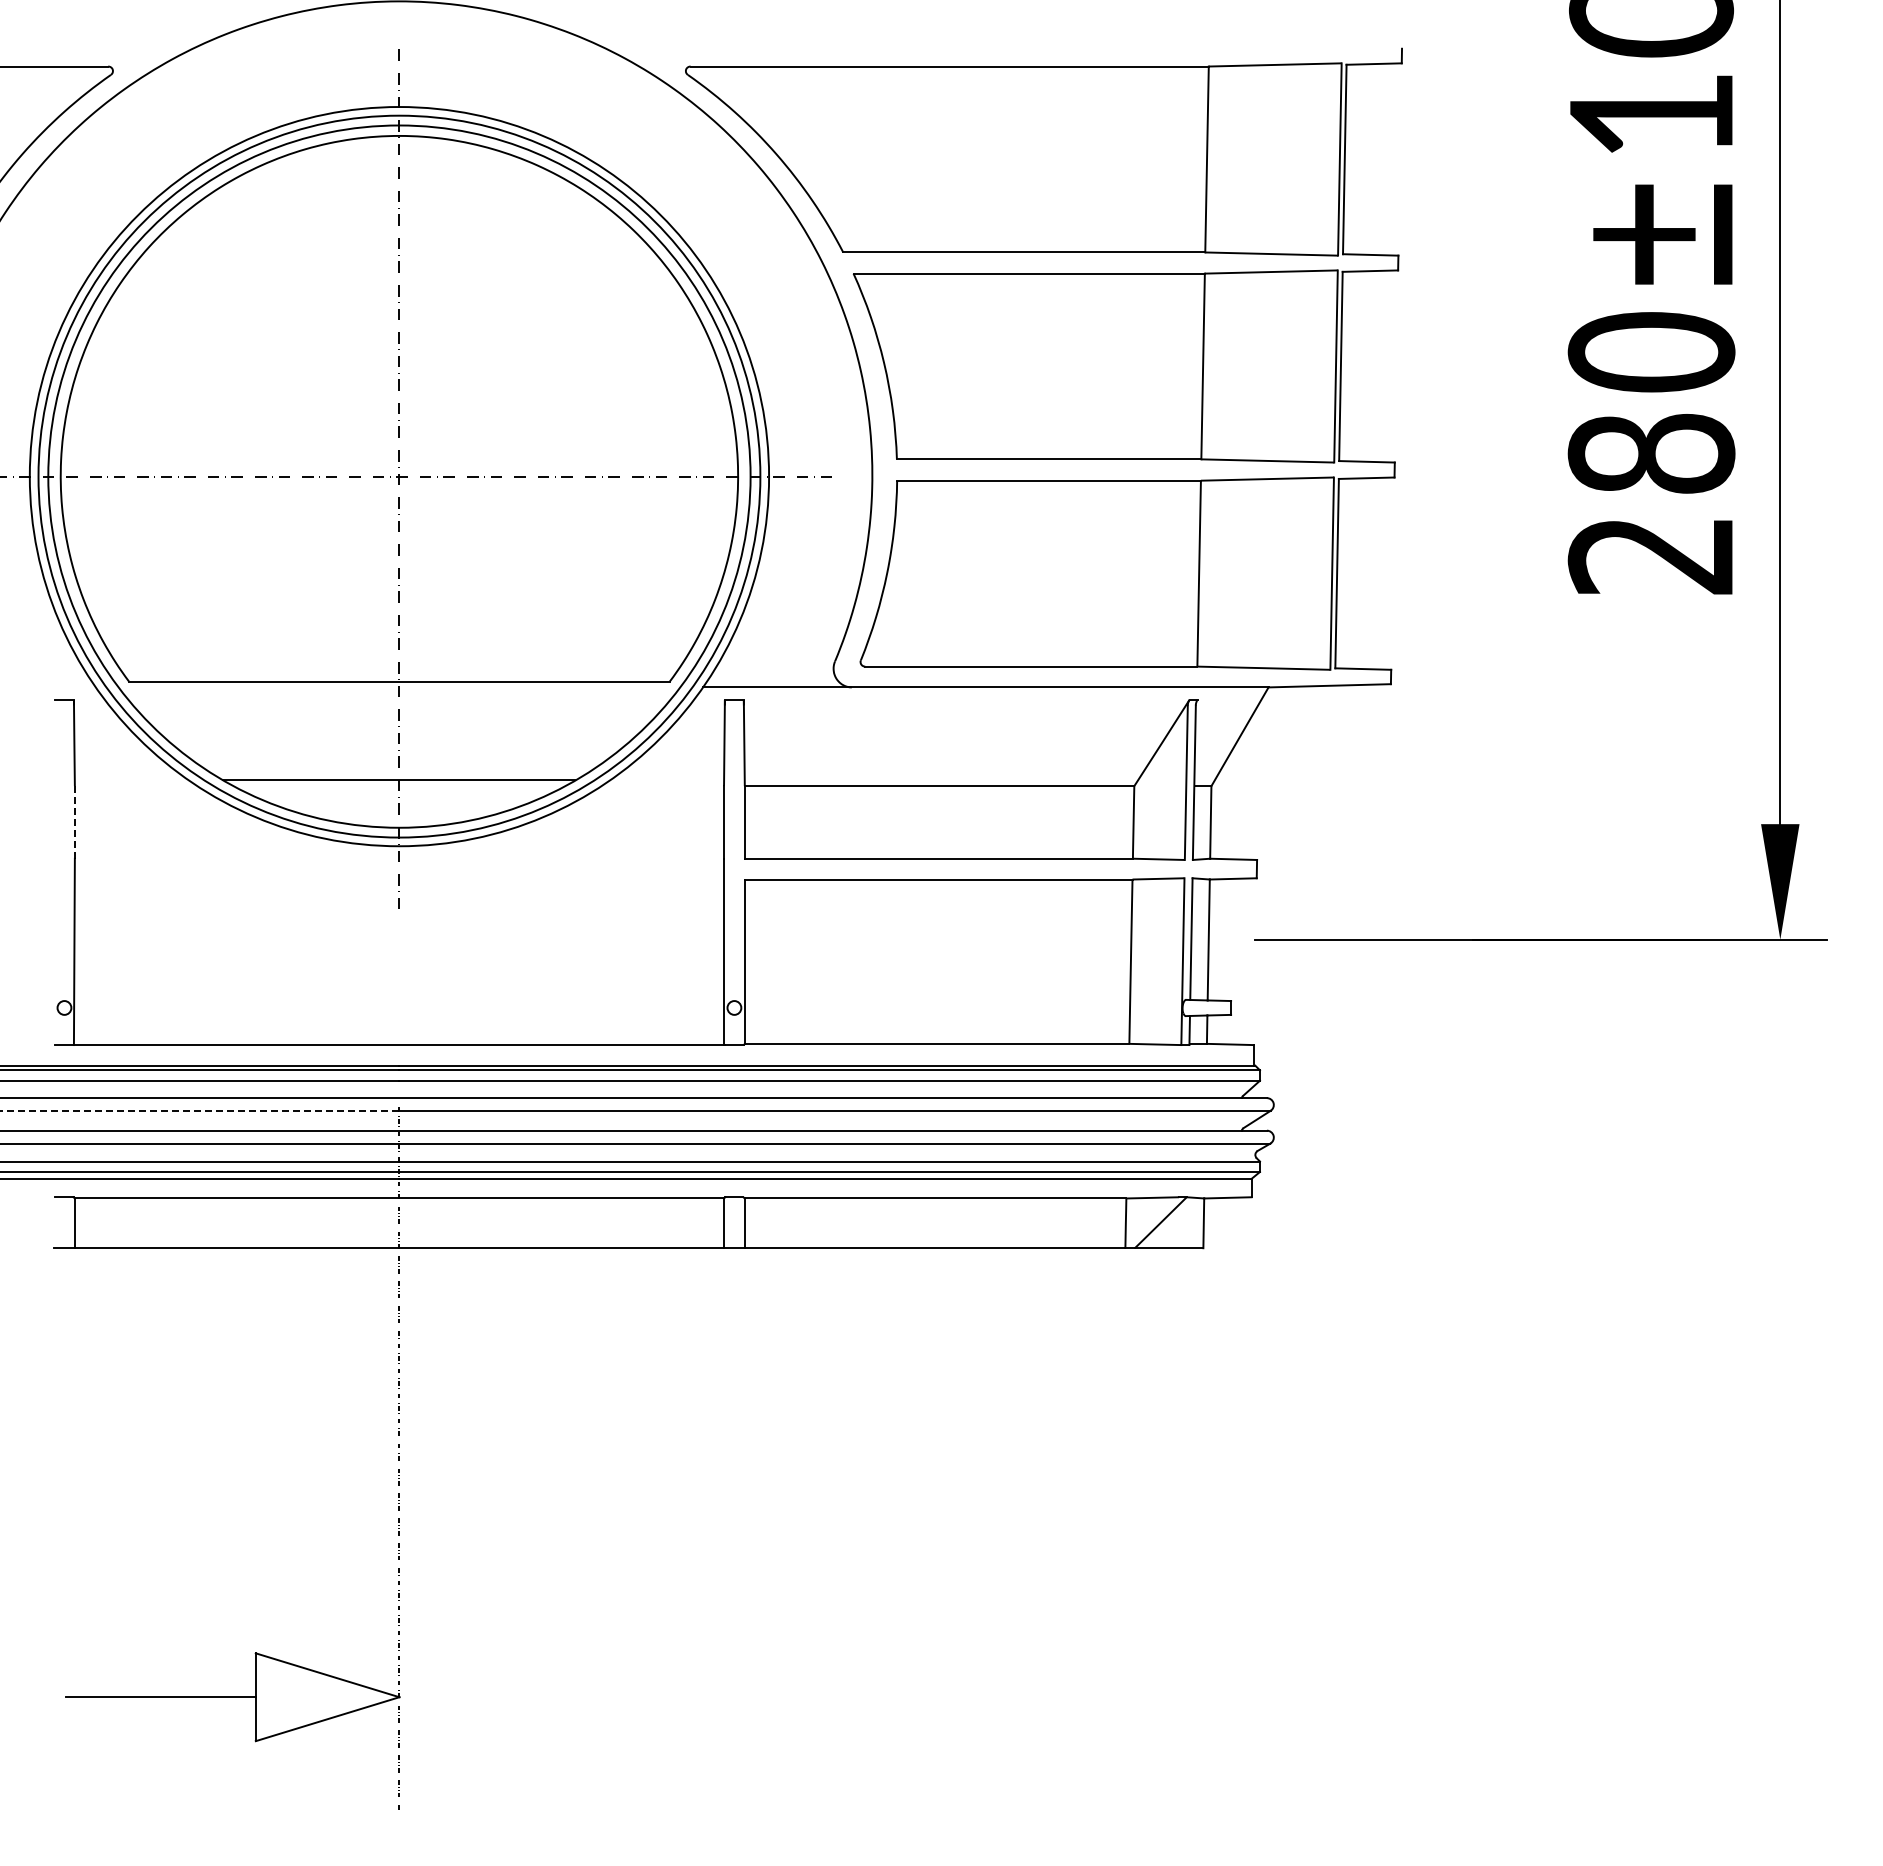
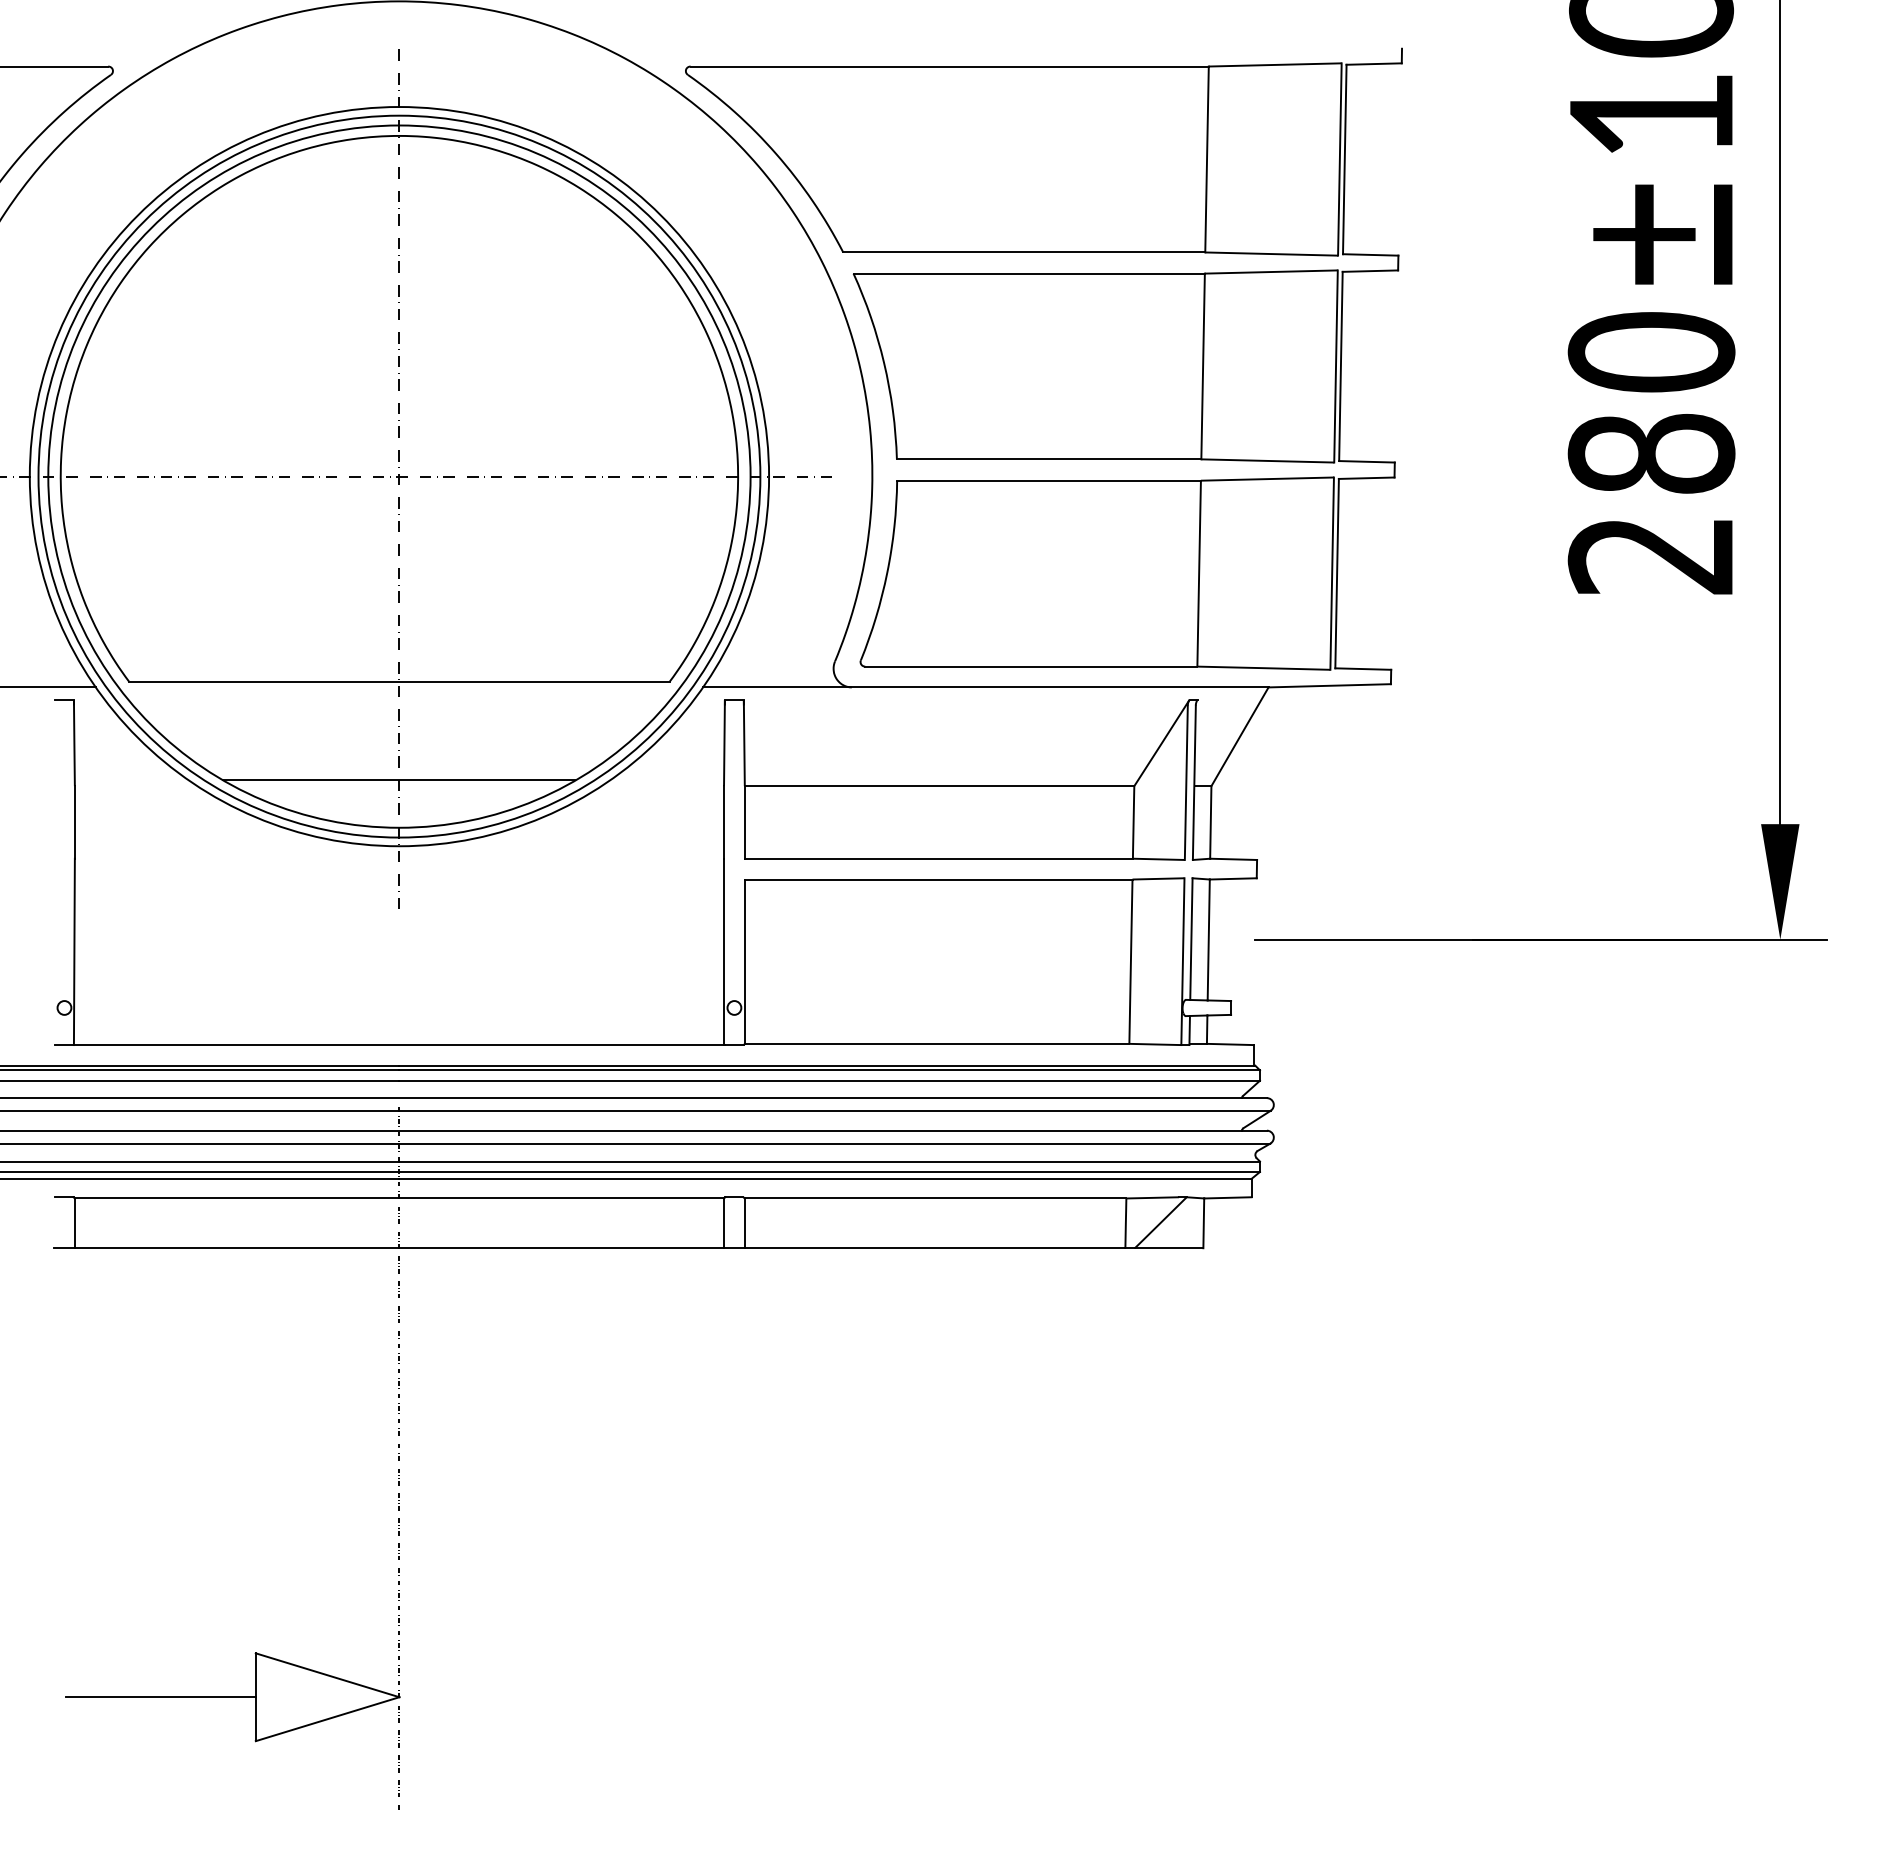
line at (48, 687): none -> present
line at (74, 821): dashed -> solid
line at (199, 1110): dashed -> solid
